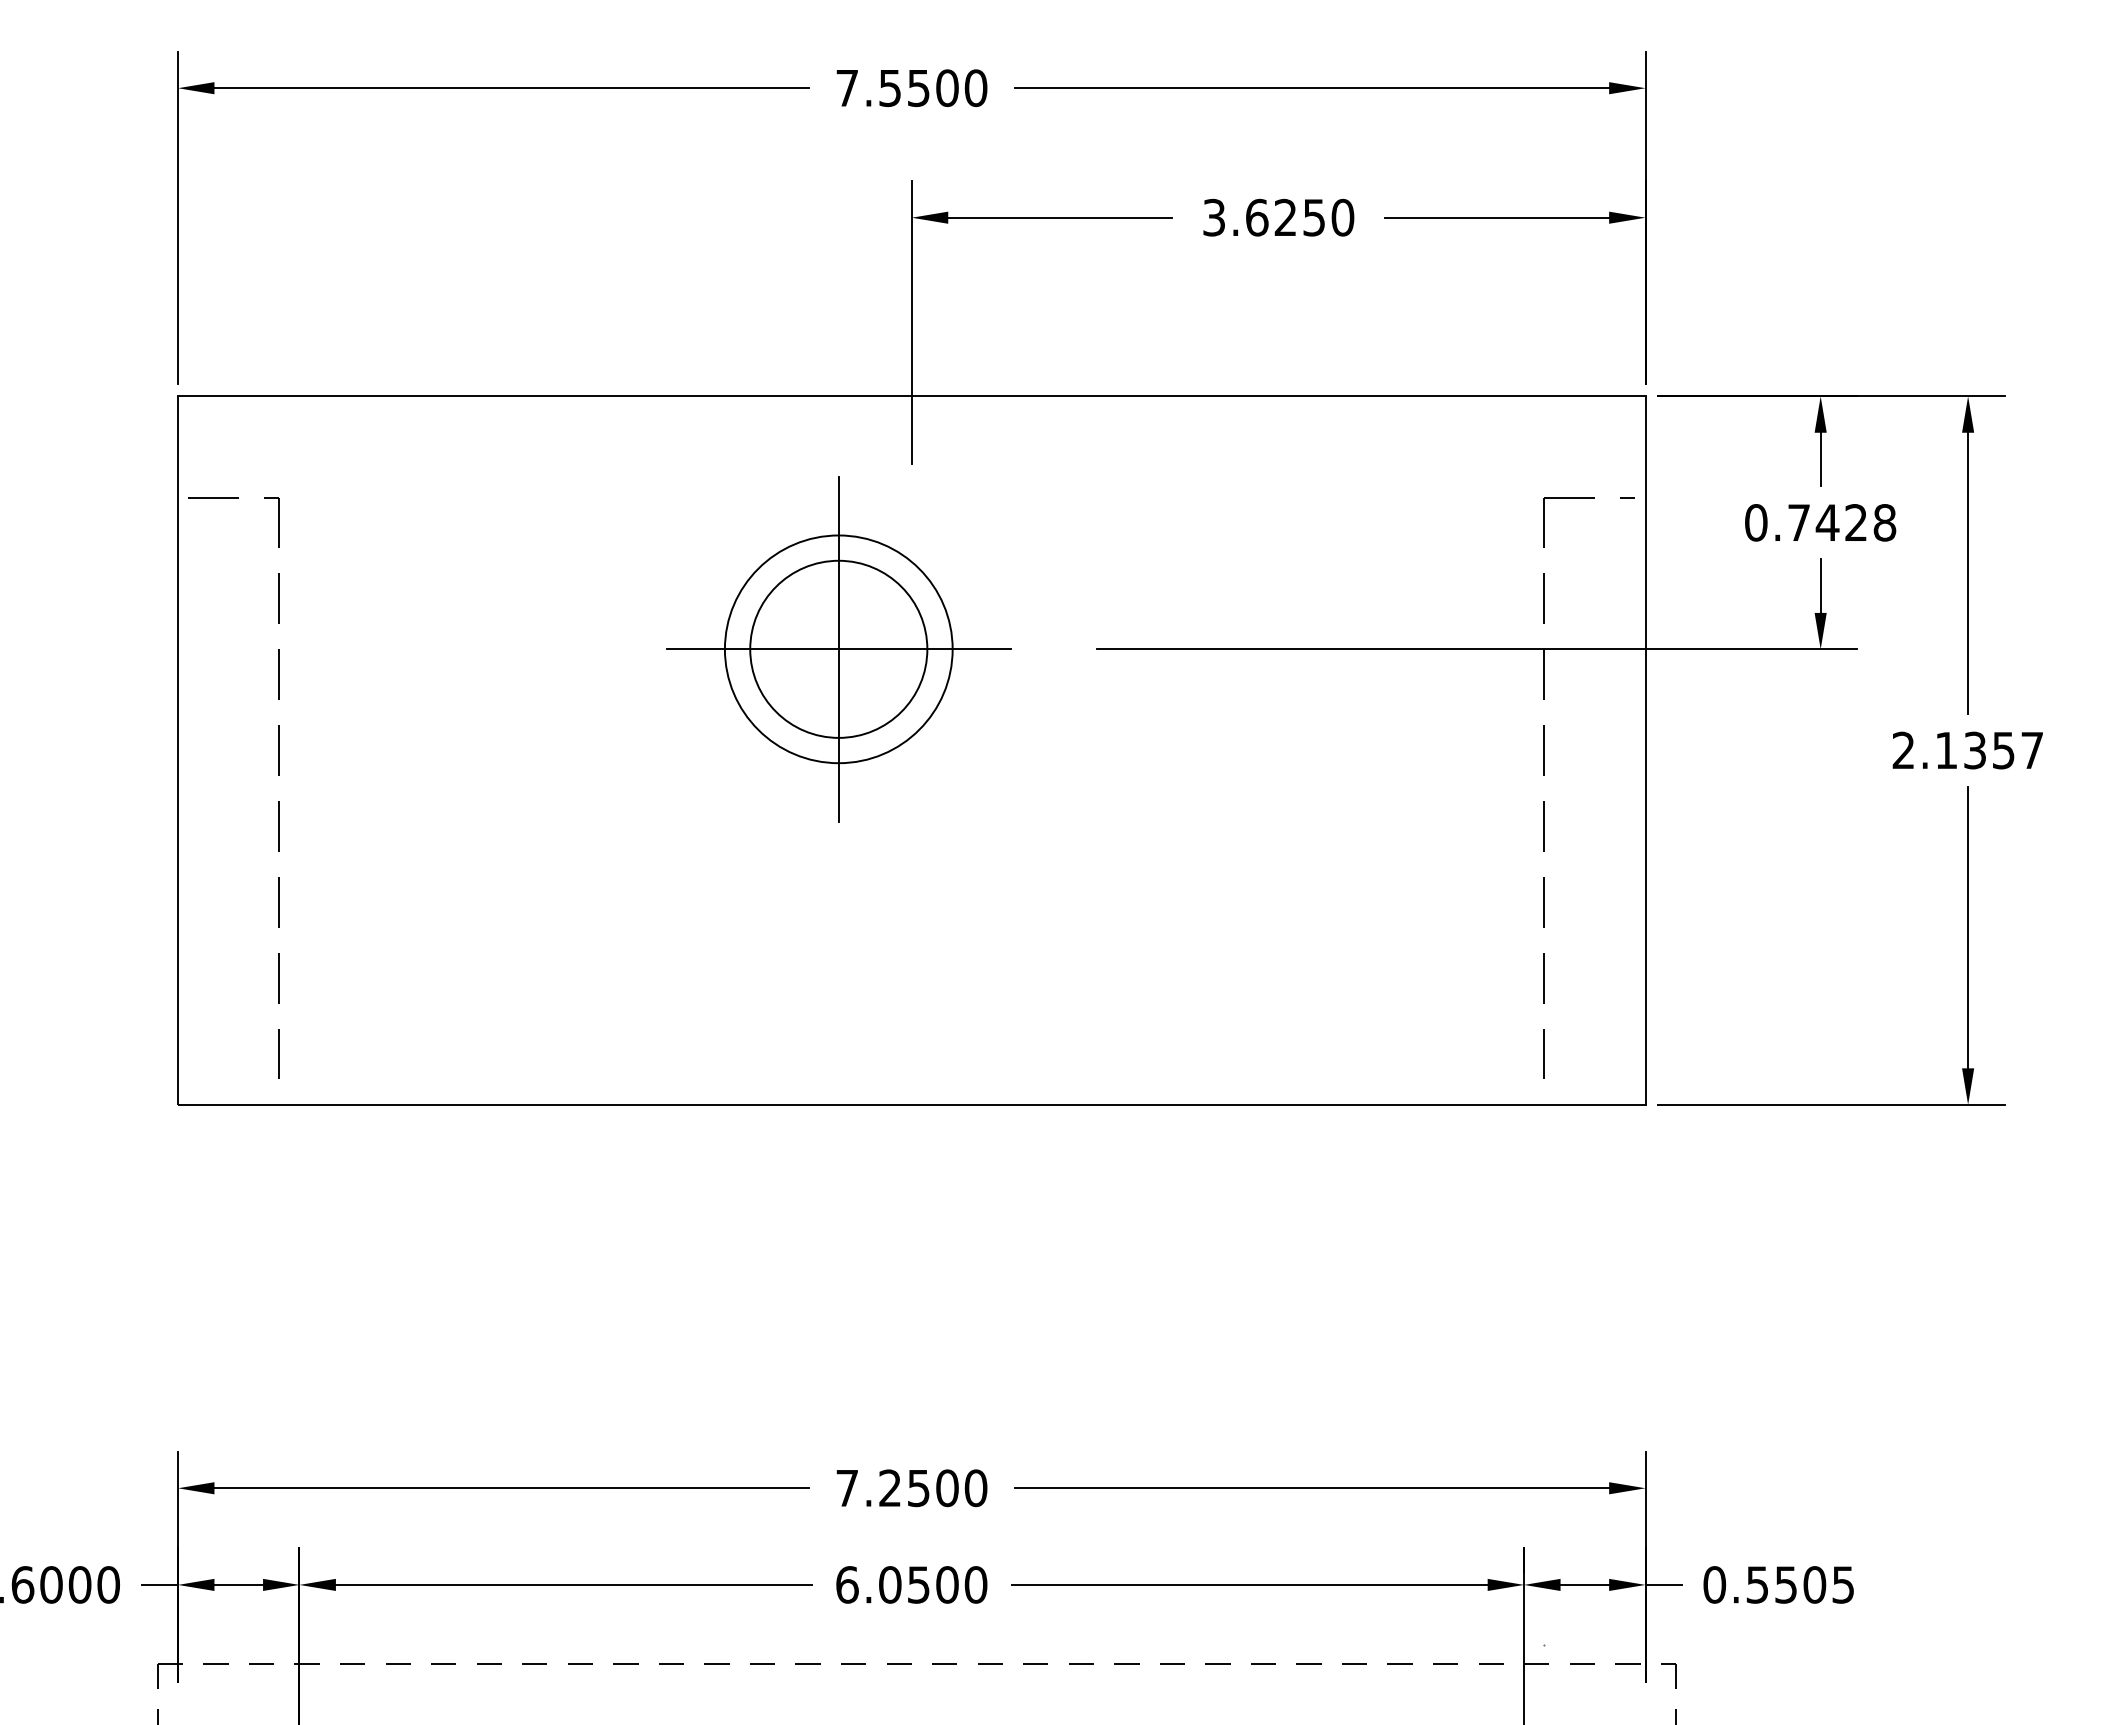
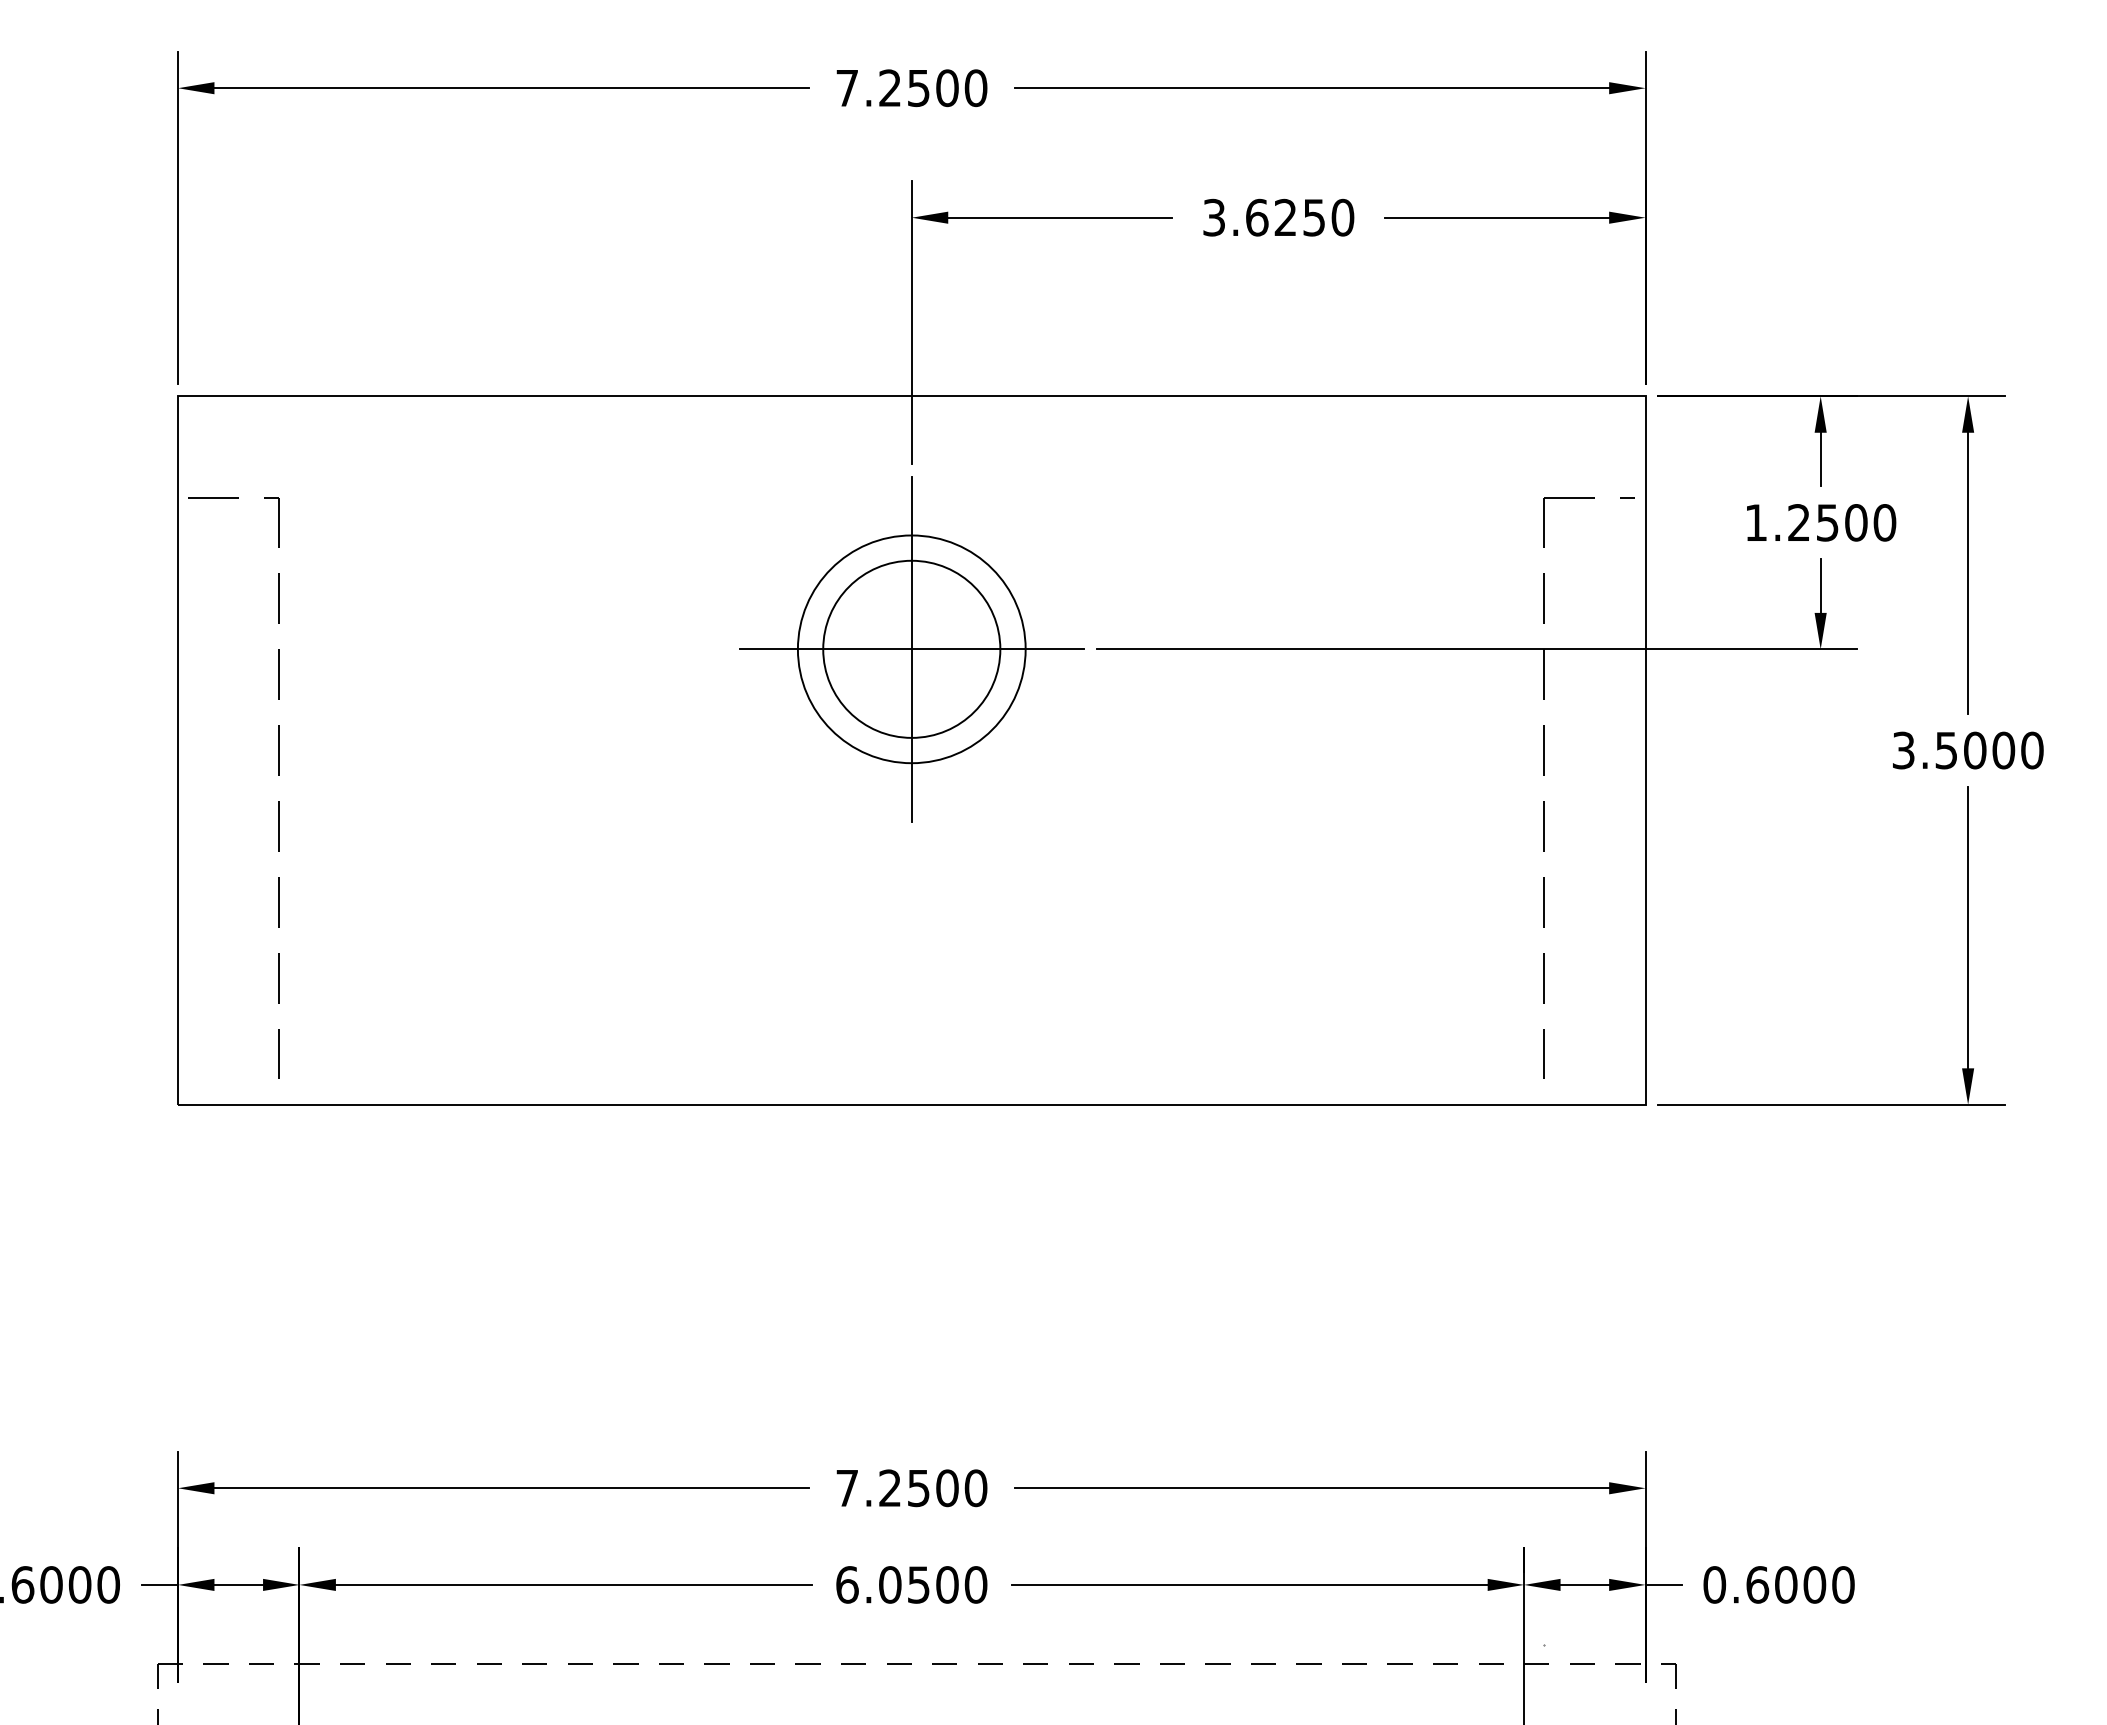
text at (889, 88): 7.5500 -> 7.2500
text at (1820, 522): 0.7428 -> 1.2500
part at (838, 649) position: (838, 649) -> (911, 649)
text at (1967, 750): 2.1357 -> 3.5000
text at (1800, 1584): 0.5505 -> 0.6000
